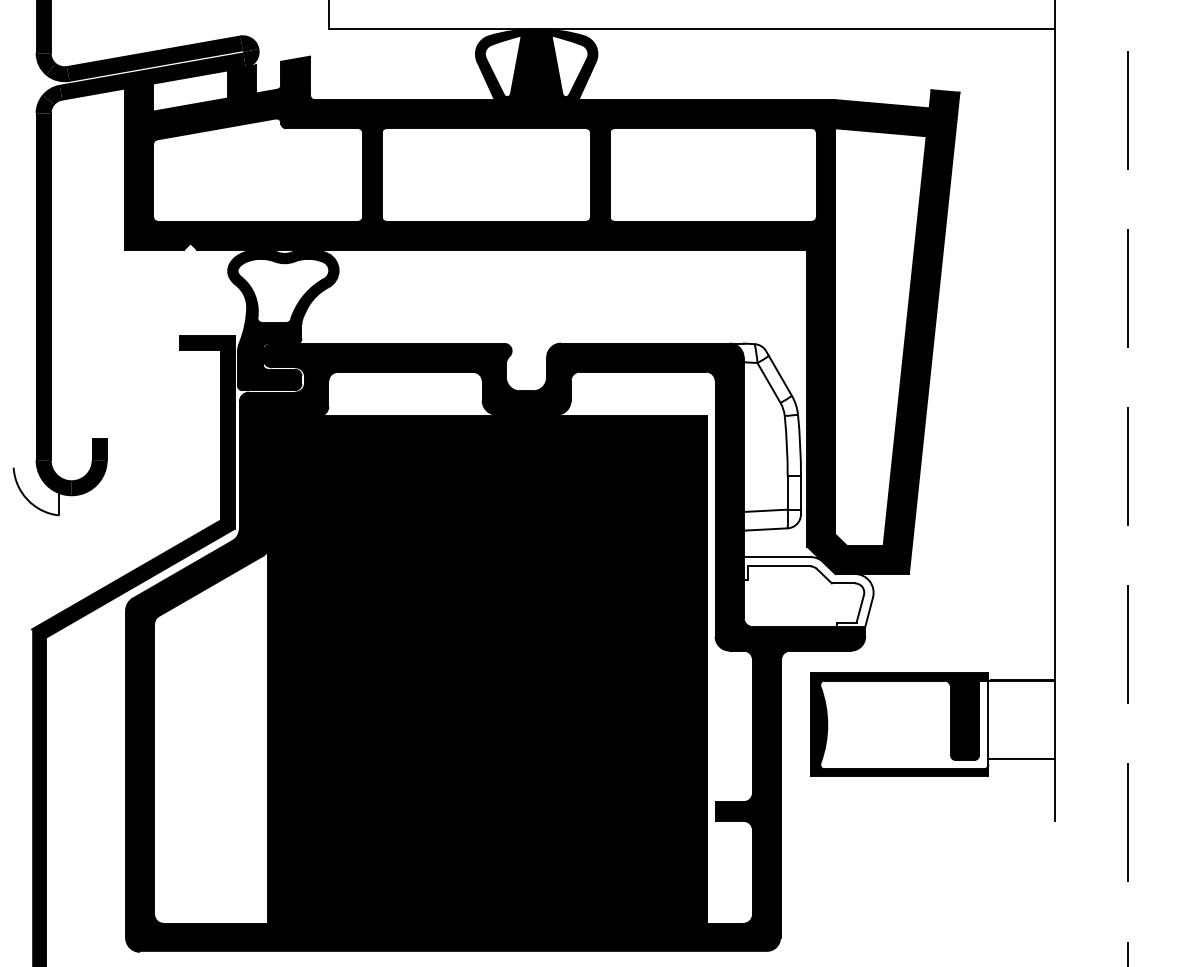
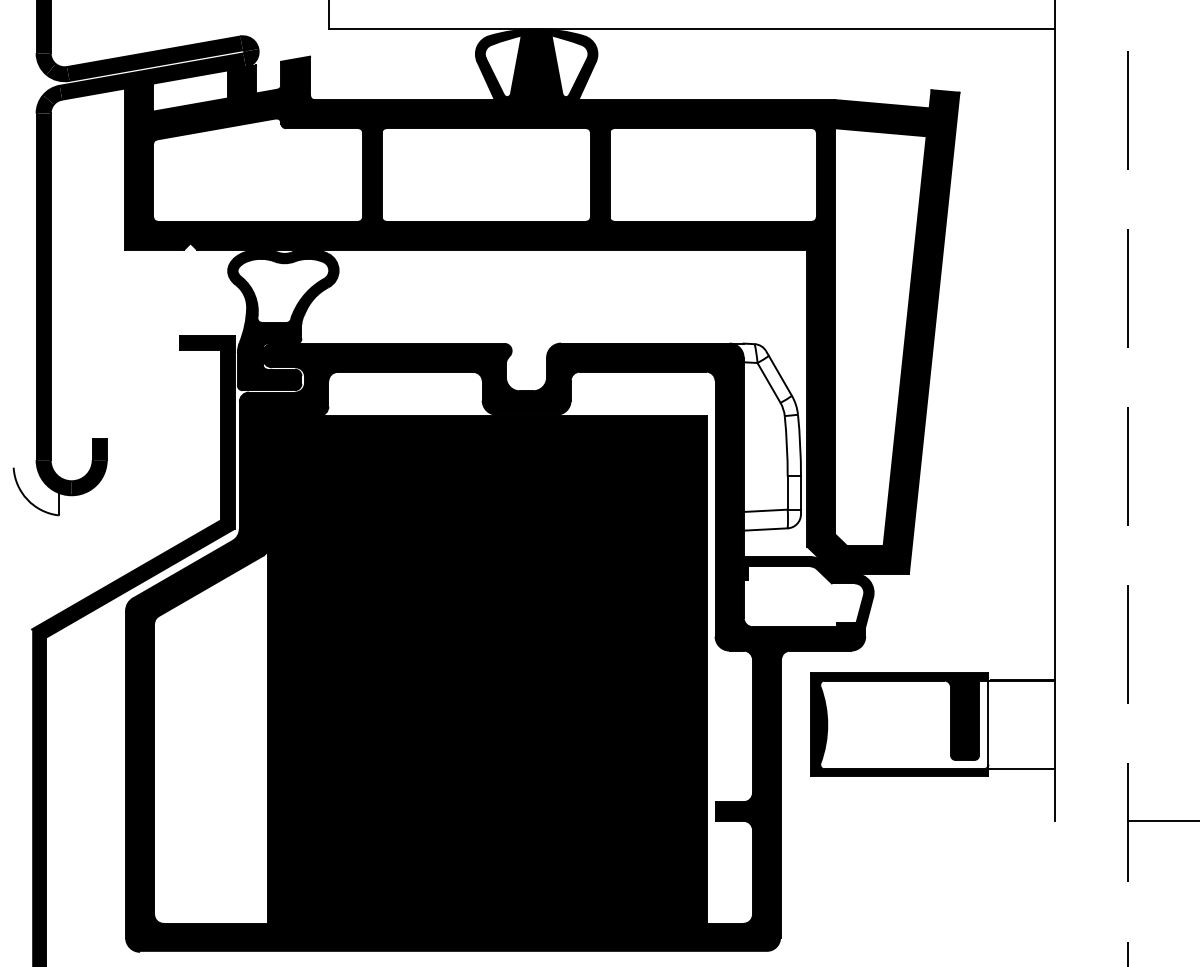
fill at (808, 592): none -> present
line at (1021, 759) position: (1021, 759) -> (1021, 769)
line at (1161, 821): none -> present
